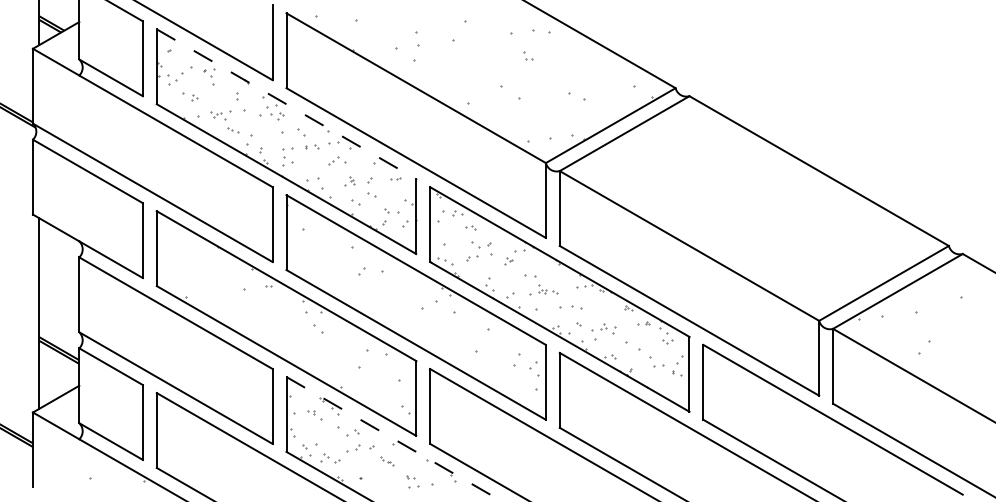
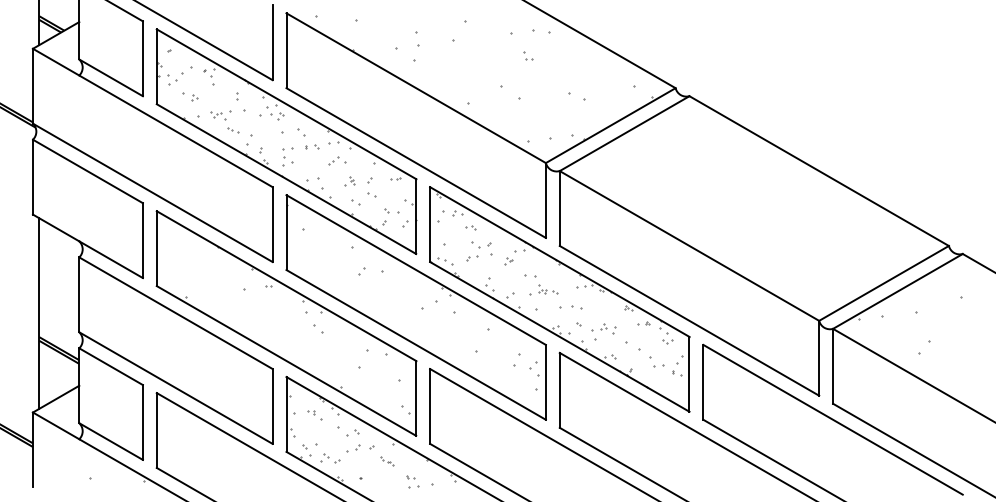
line at (286, 104): dashed -> solid
line at (394, 439): dashed -> solid
